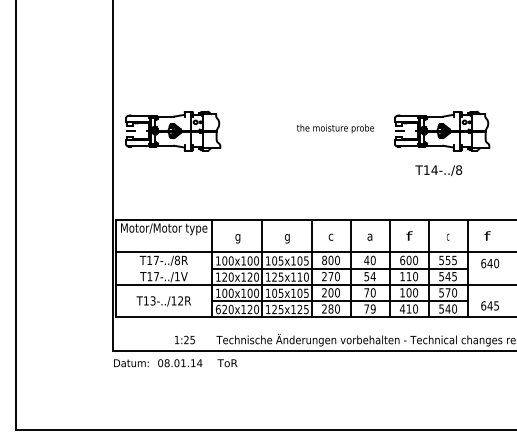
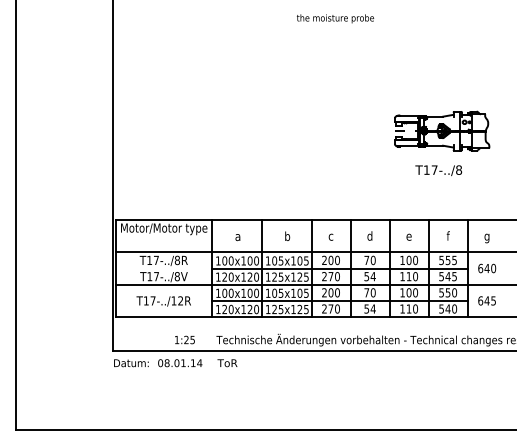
text at (335, 128) position: (335, 128) -> (335, 18)
part at (173, 130): present -> none
text at (434, 169): T14-../8 -> T17-../8
text at (369, 235): a -> d
text at (409, 235): f -> e
text at (447, 235): c -> f
text at (287, 237): g -> b
text at (487, 237): f -> g
text at (237, 238): g -> a
text at (366, 259): 40 -> 70
text at (324, 260): 800 -> 200
text at (402, 260): 600 -> 100
text at (490, 263) position: (490, 263) -> (487, 268)
text at (176, 276): T17-../1V -> T17-../8V
text at (302, 276): 125x110 -> 125x125
text at (447, 292): 570 -> 550
text at (152, 300): T13-../12R -> T17-../12R
text at (489, 305) position: (489, 305) -> (486, 300)
text at (330, 308): 280 -> 270
text at (369, 308): 79 -> 54
text at (402, 308): 410 -> 110
text at (217, 309): 620x120 -> 120x120
